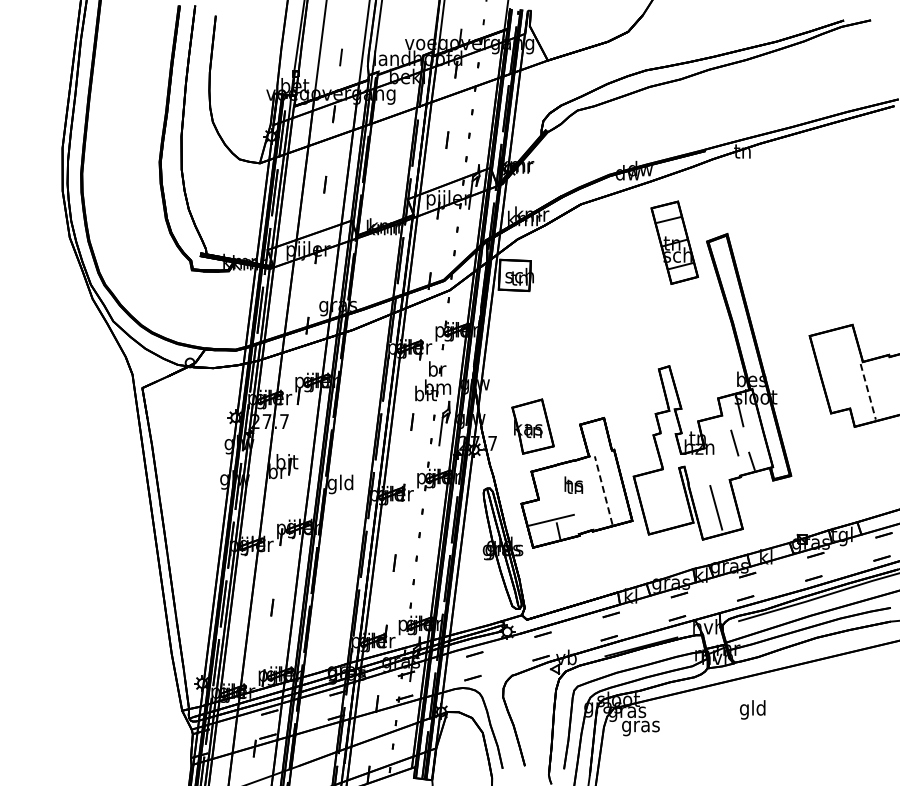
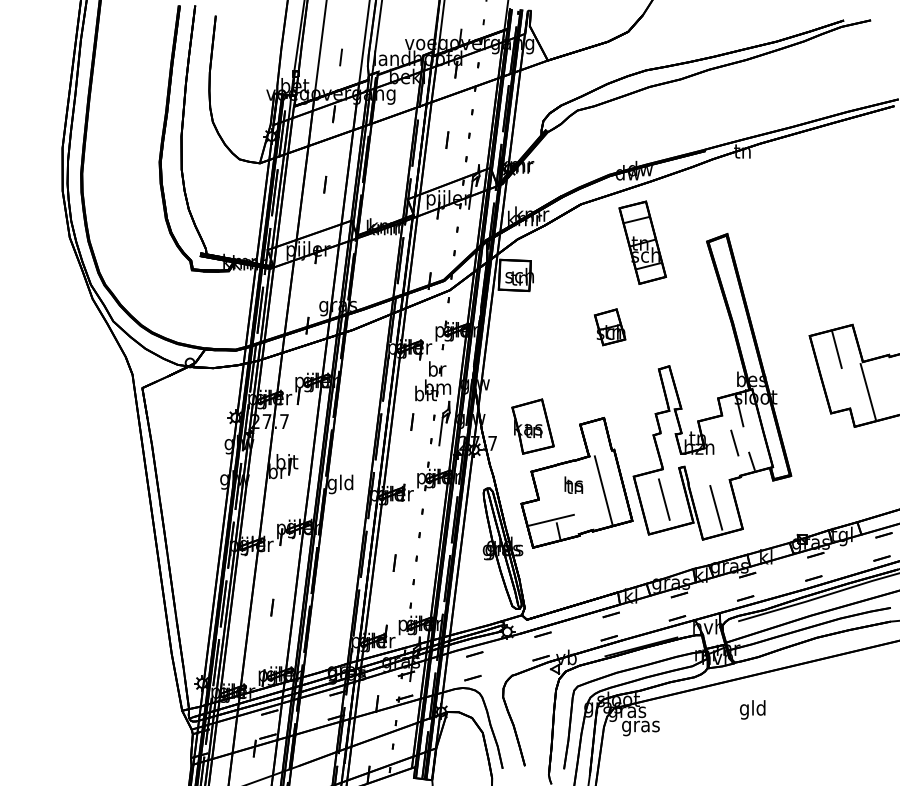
part at (674, 242) position: (674, 242) -> (642, 242)
part at (609, 327): none -> present
line at (836, 349): none -> present
line at (868, 391): dashed -> solid
line at (603, 490): dashed -> solid
line at (663, 499): none -> present
